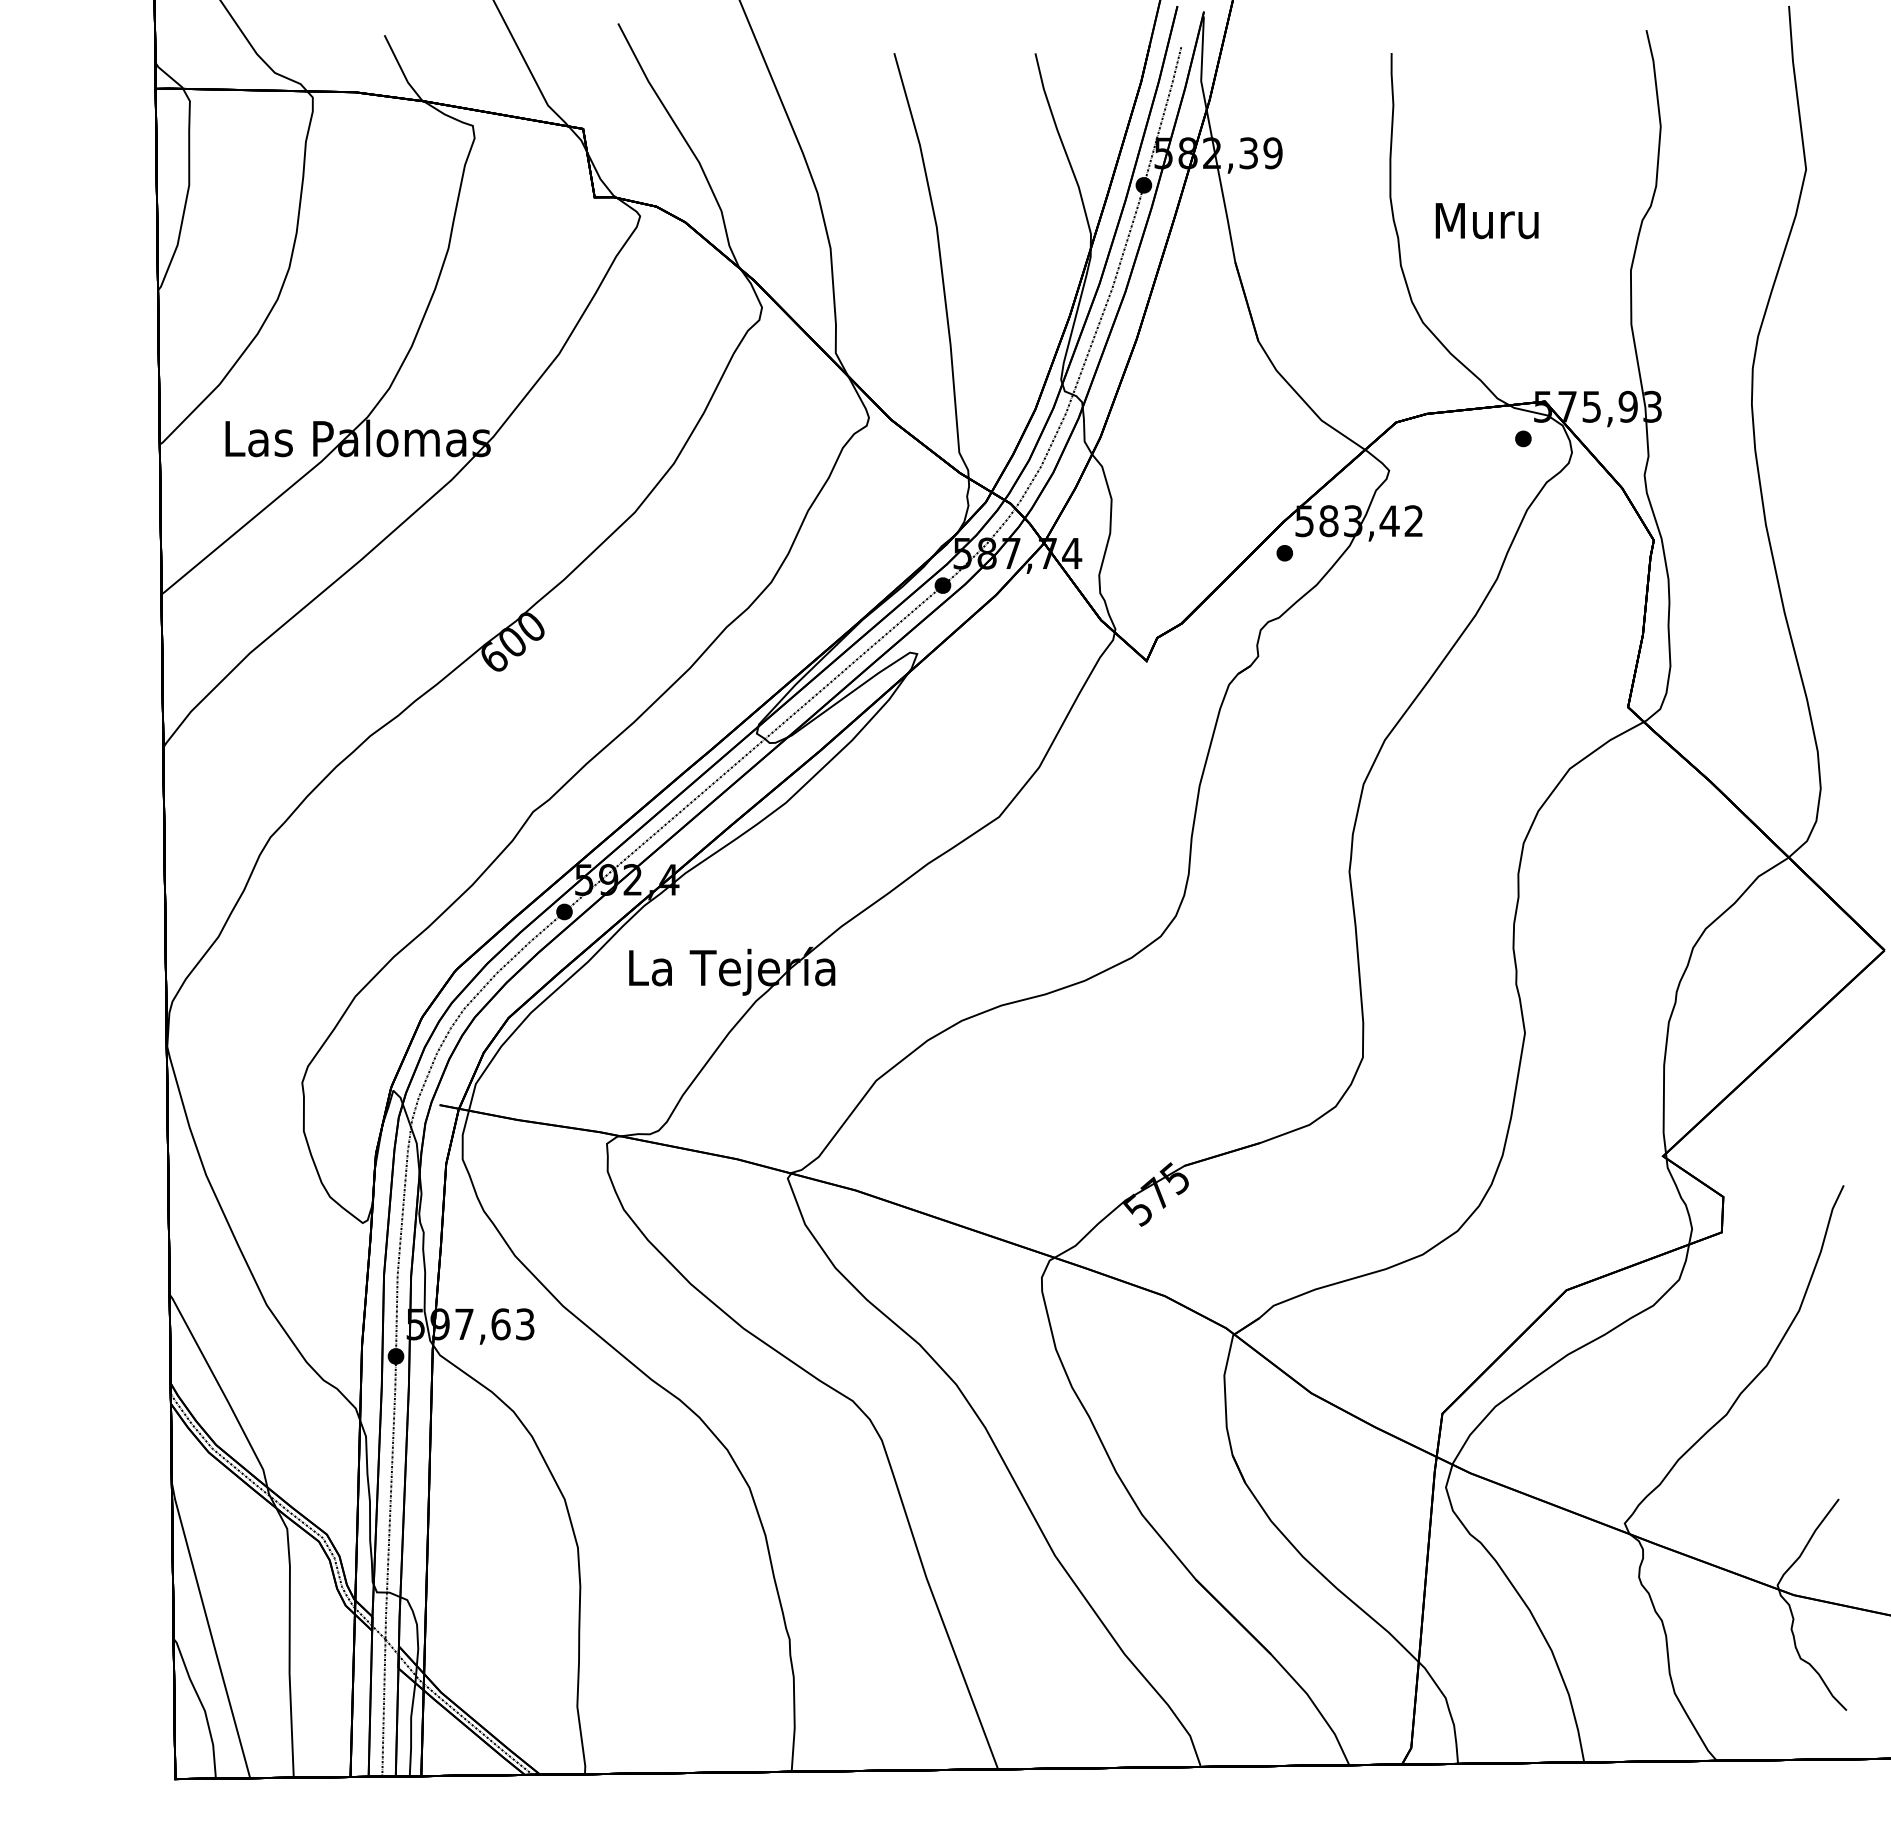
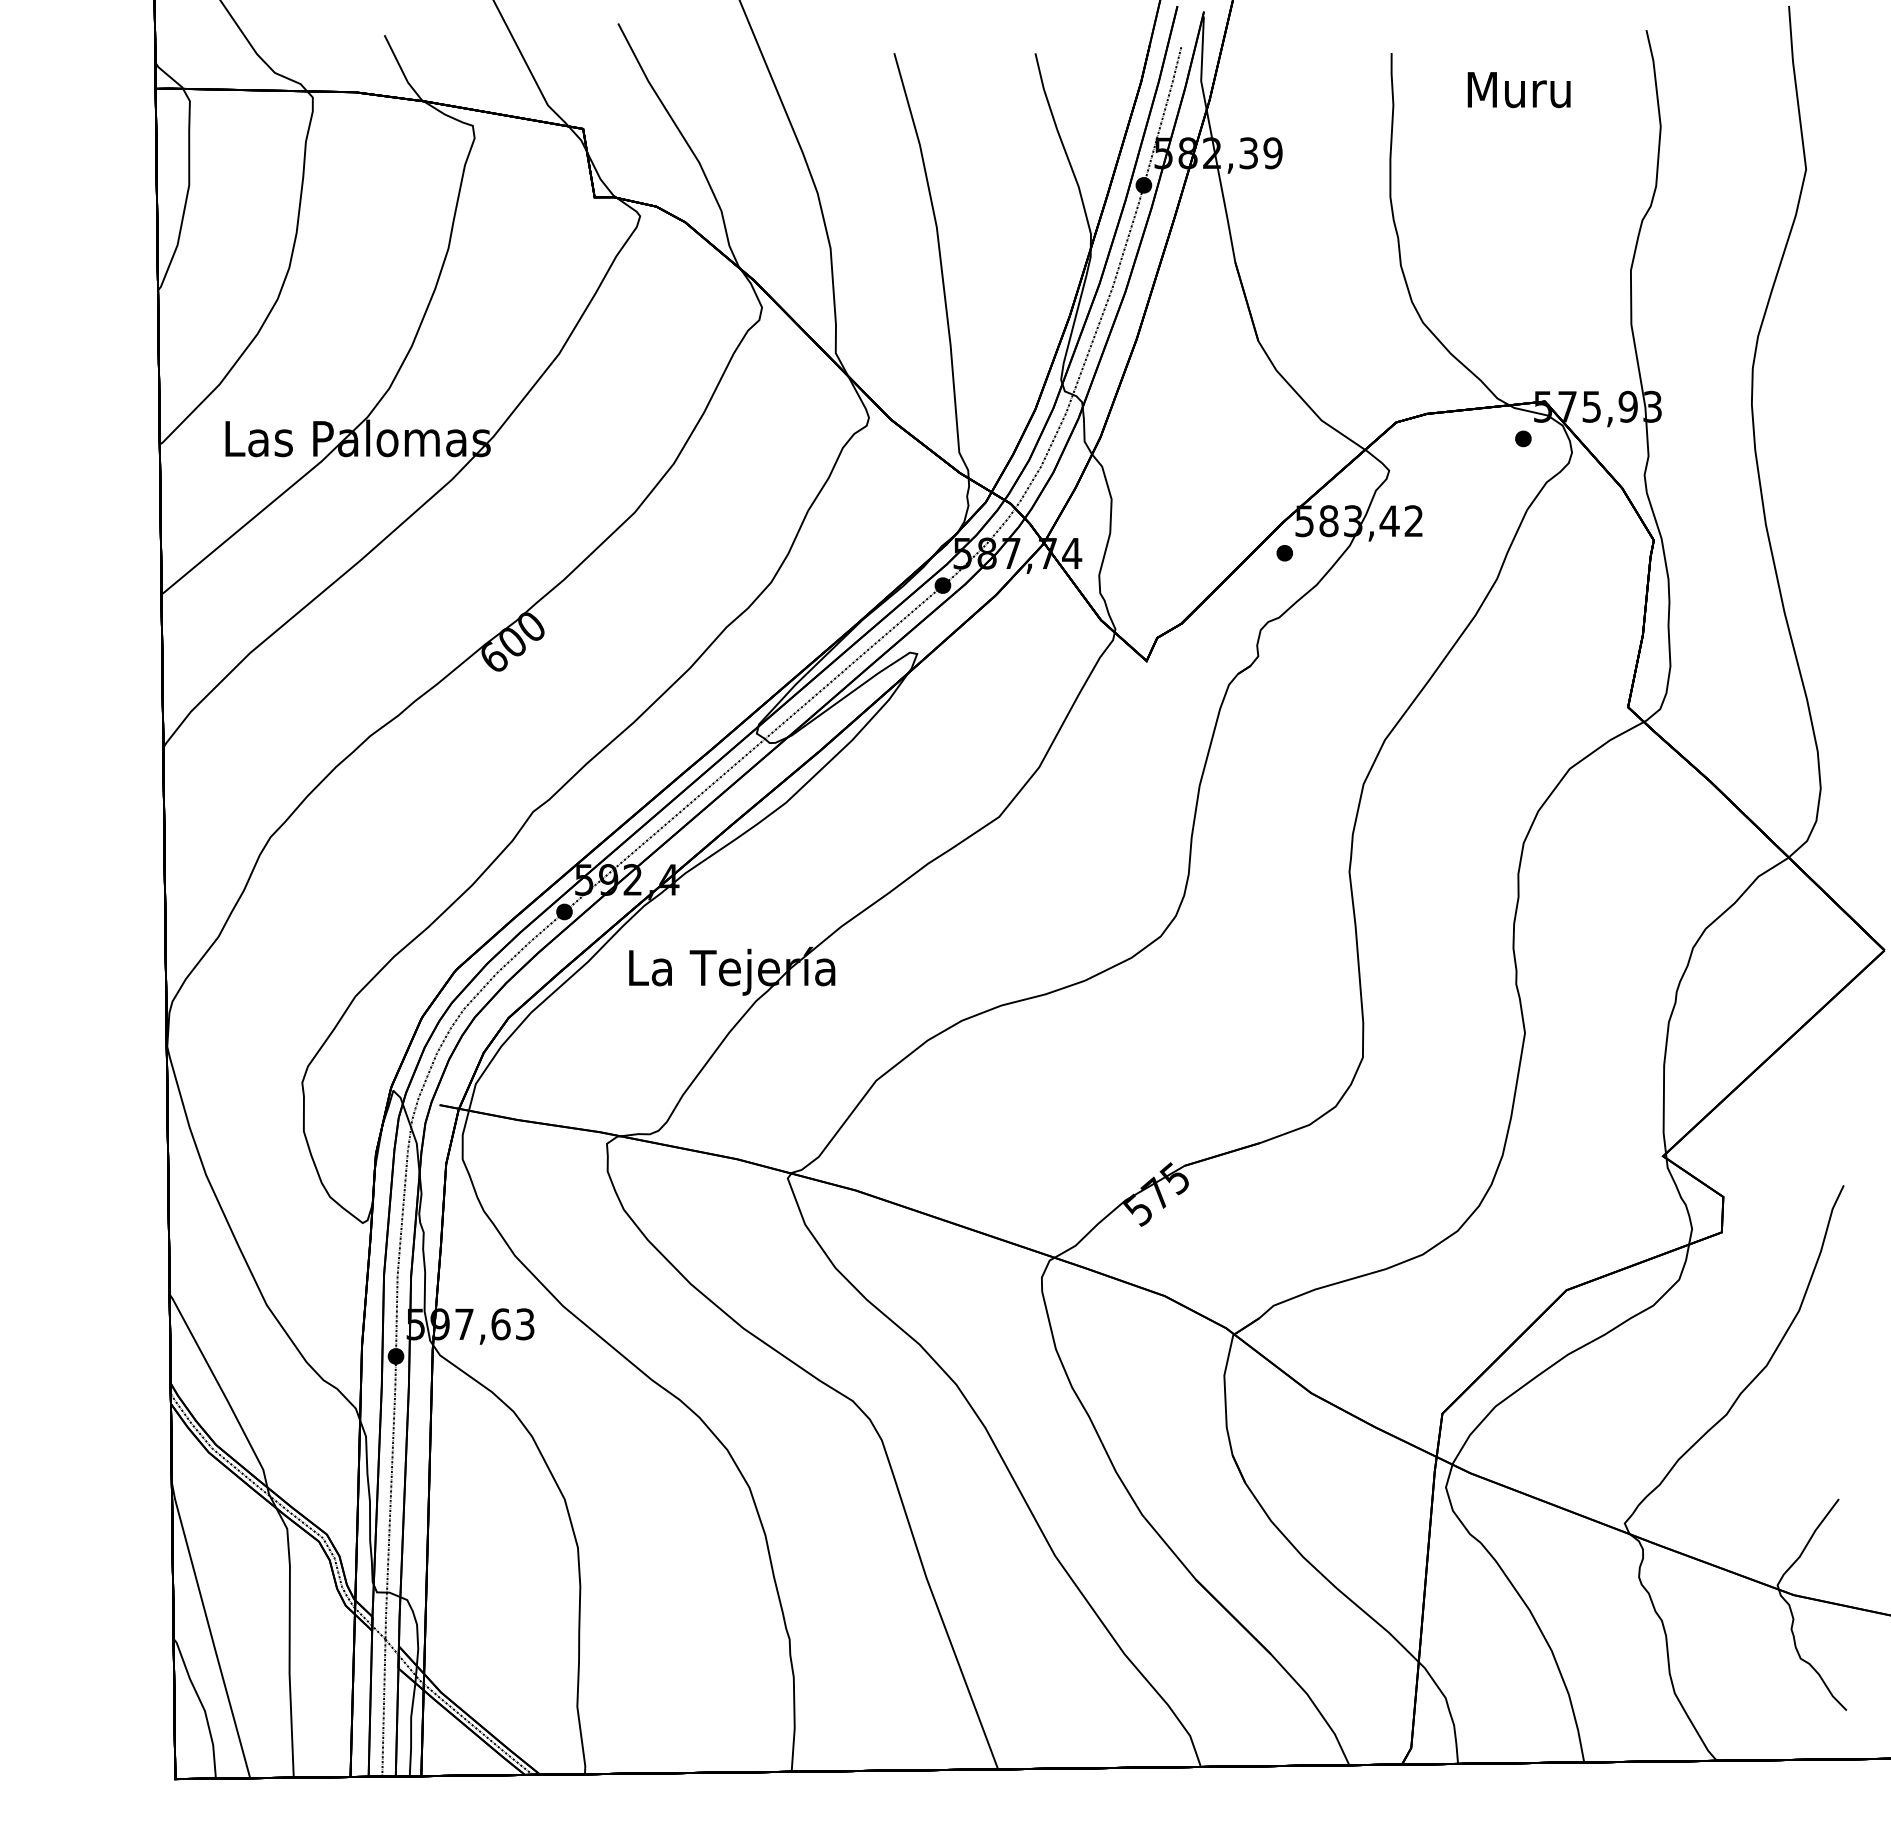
text at (1486, 221) position: (1486, 221) -> (1518, 90)
